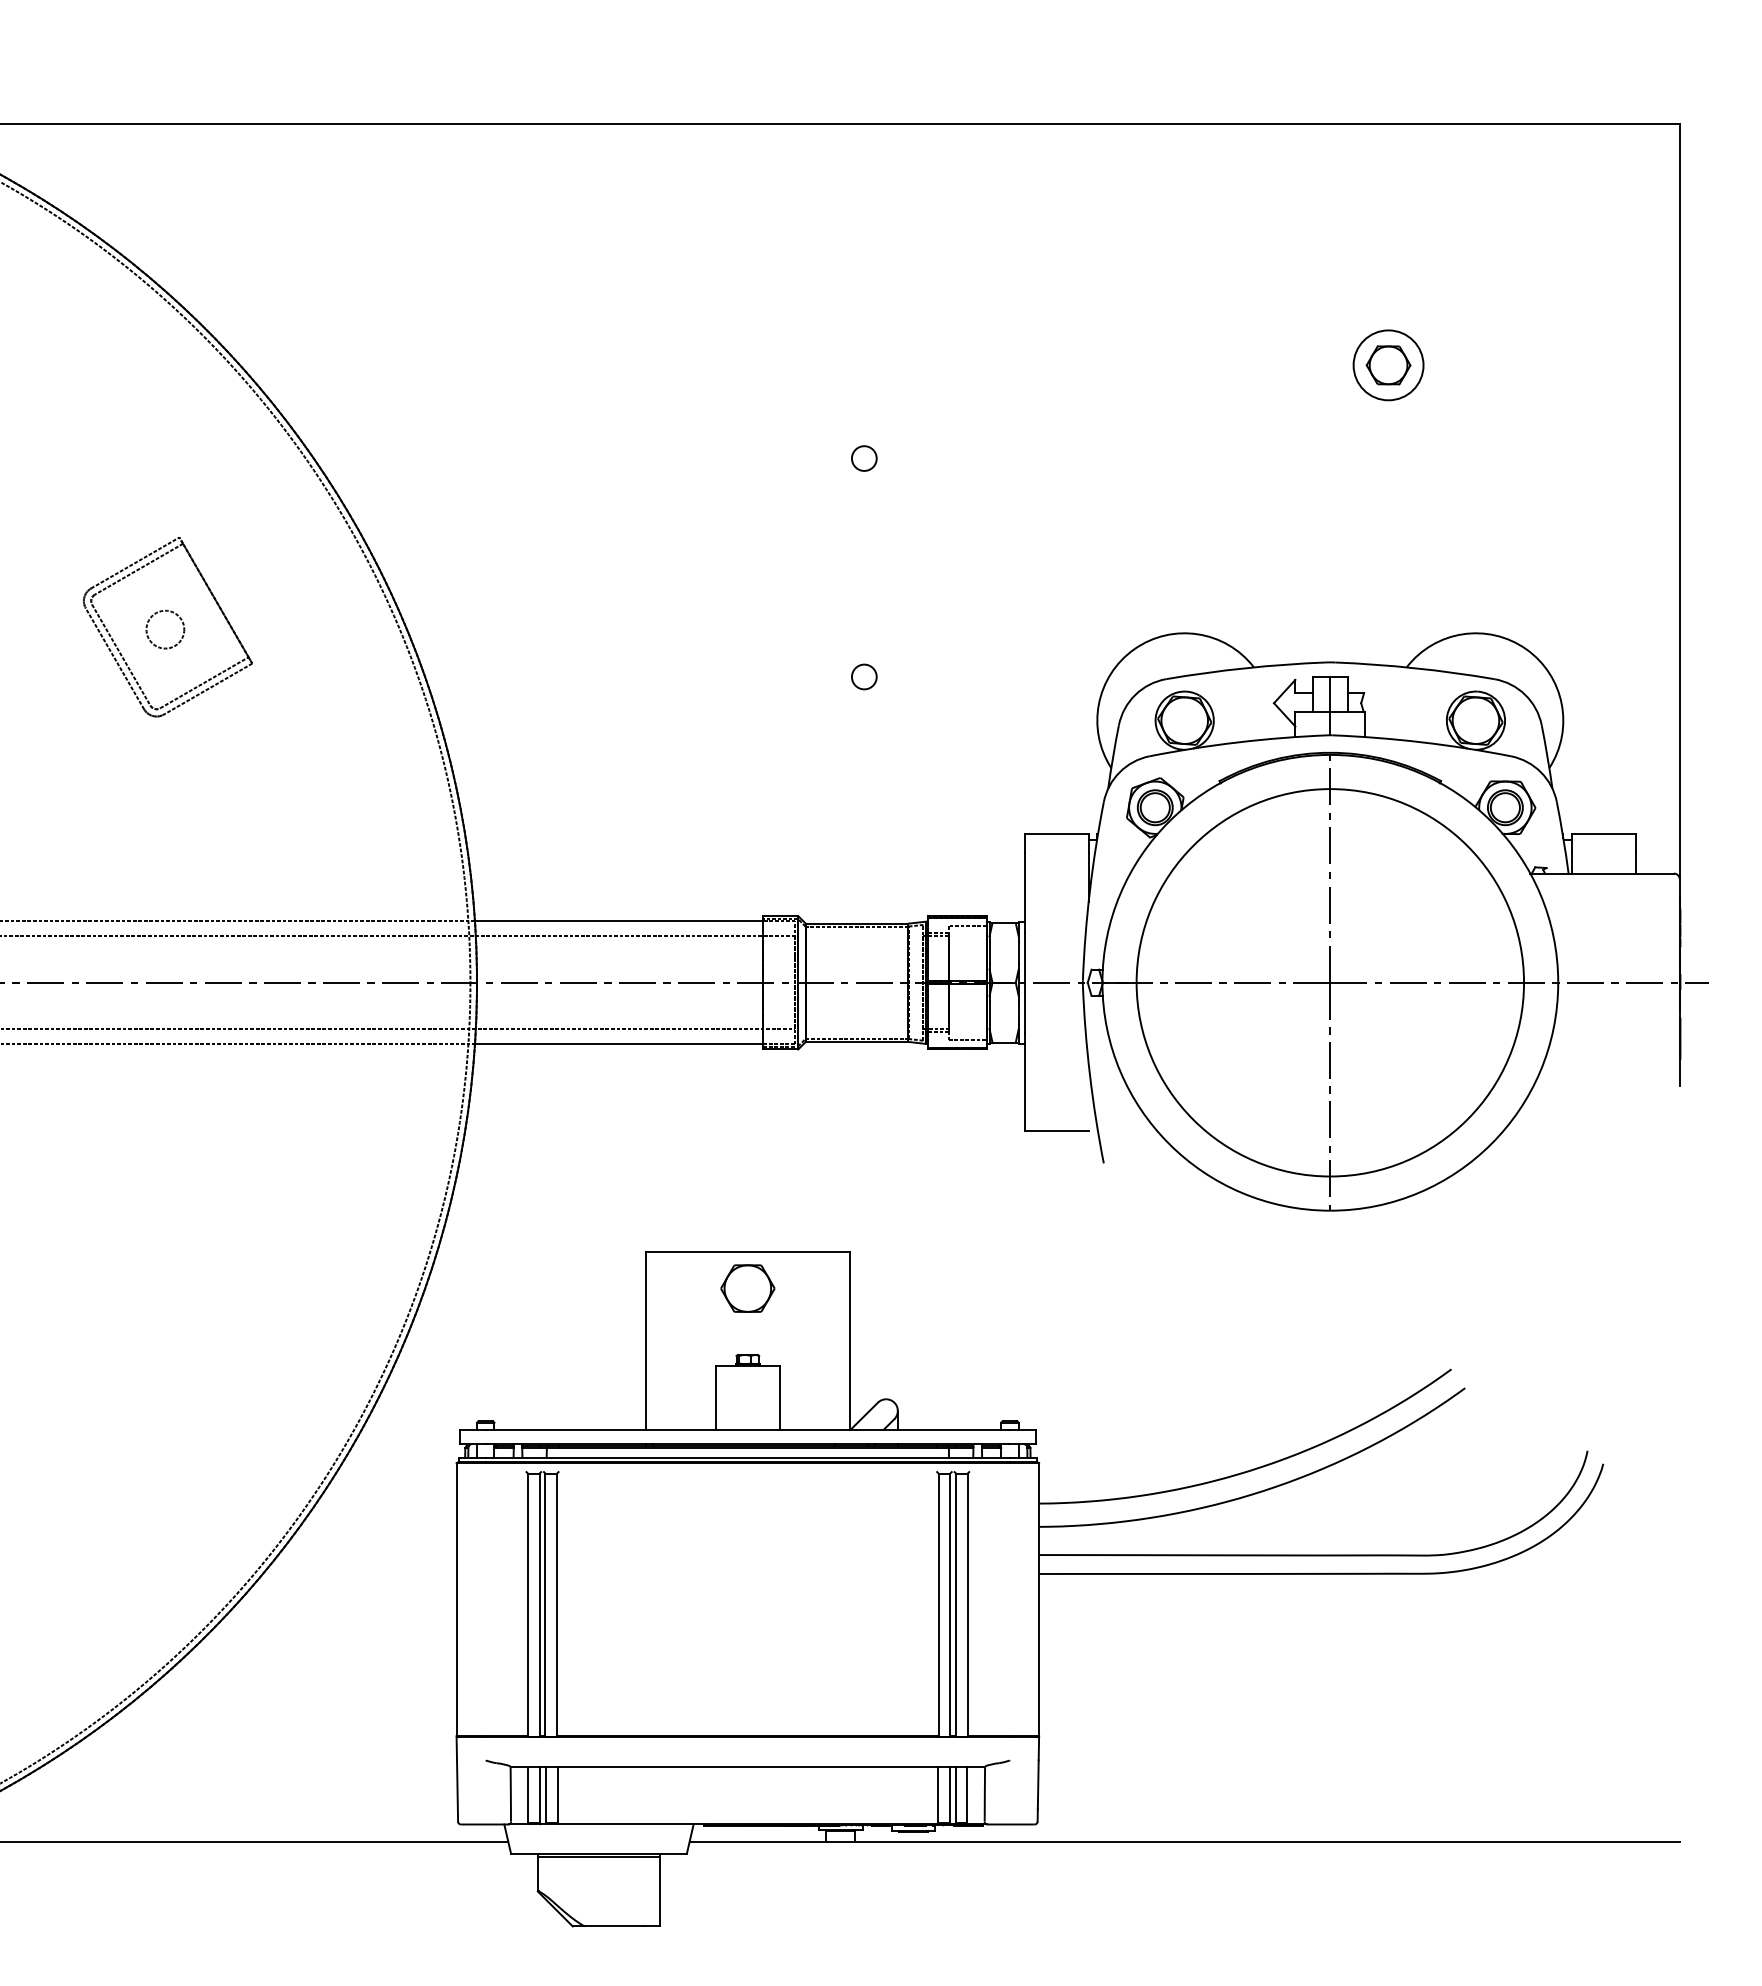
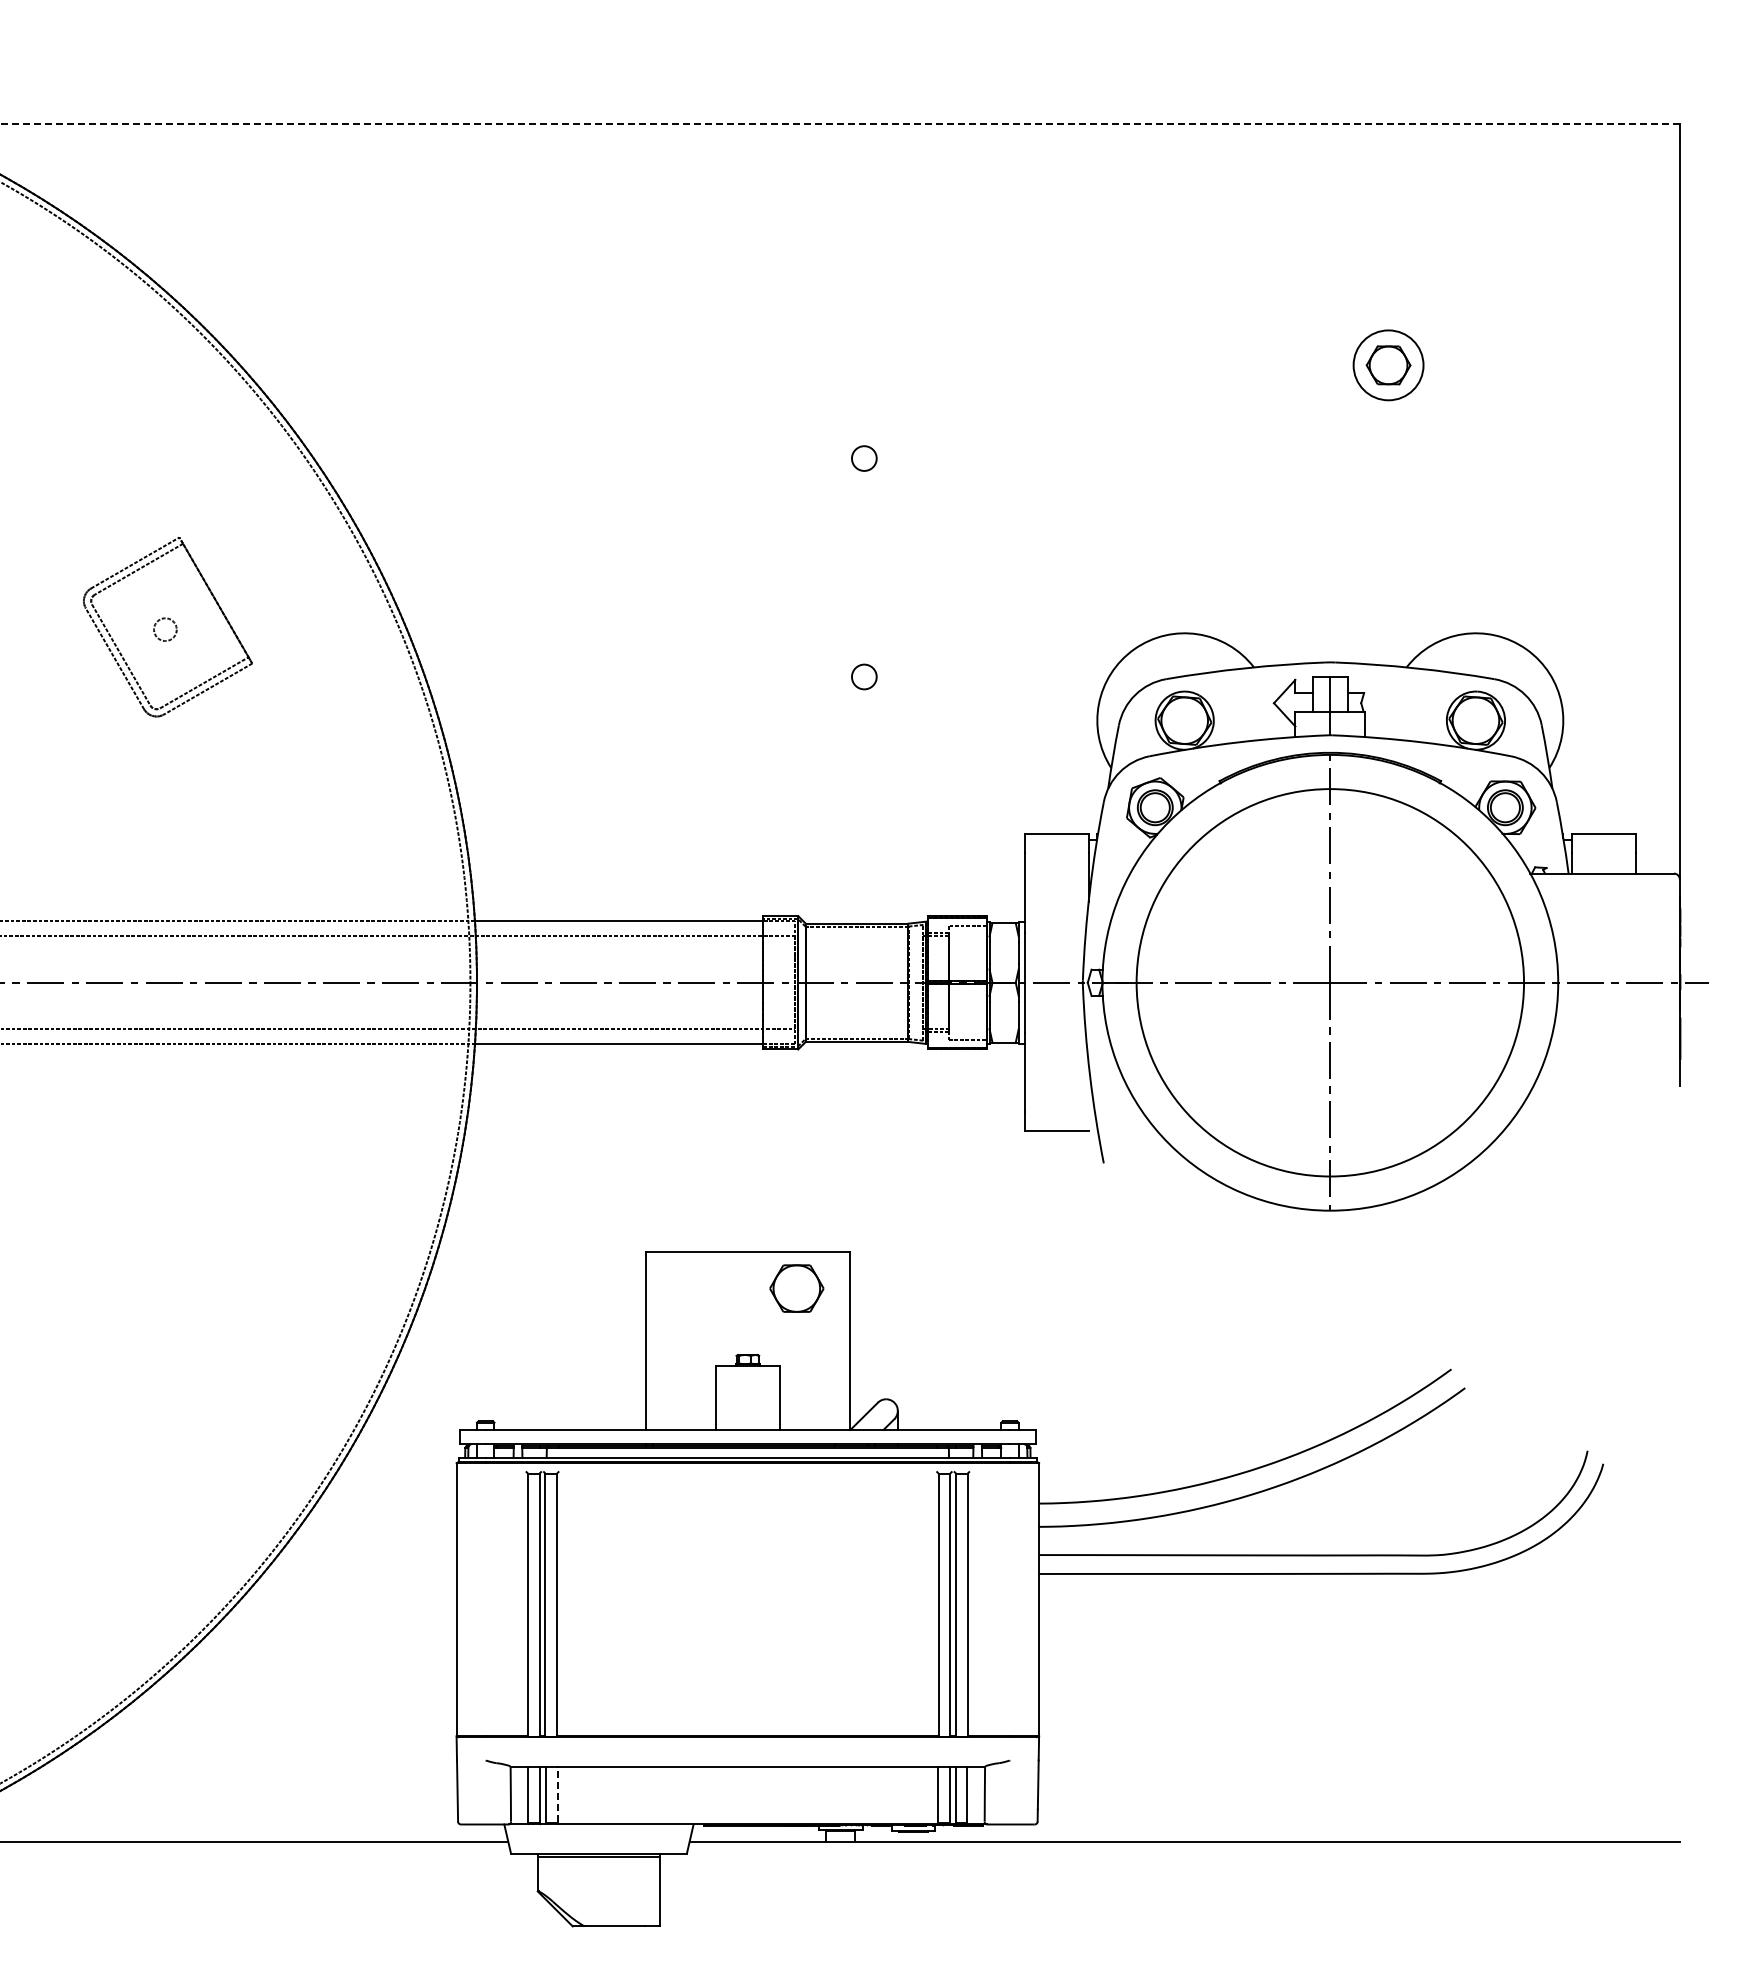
line at (840, 123): solid -> dashed
circle at (165, 629) diameter: 38 px -> 23 px
part at (747, 1288) position: (747, 1288) -> (796, 1288)
line at (557, 1794): solid -> dashed
